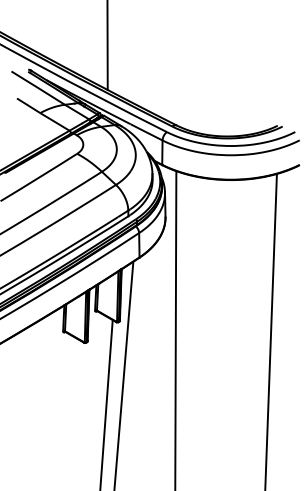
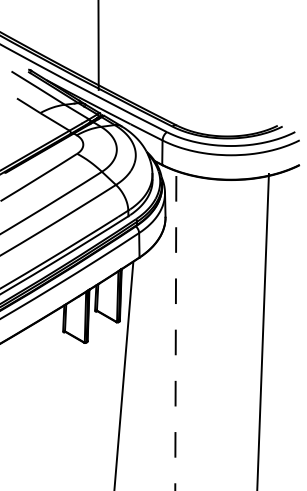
line at (107, 45) position: (107, 45) -> (98, 45)
line at (270, 330) position: (270, 330) -> (262, 330)
line at (175, 331): solid -> dashed
line at (106, 403): present -> none
